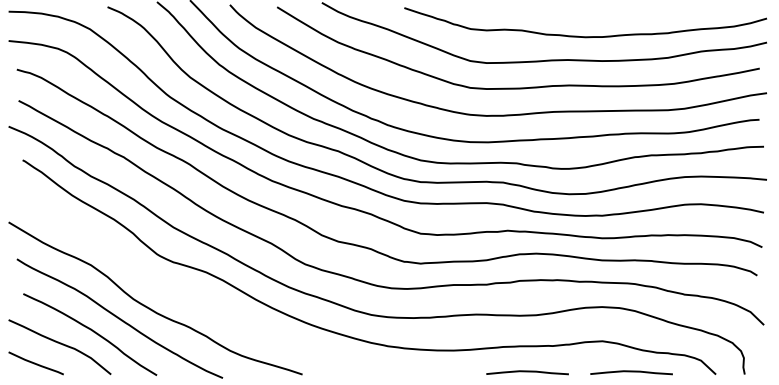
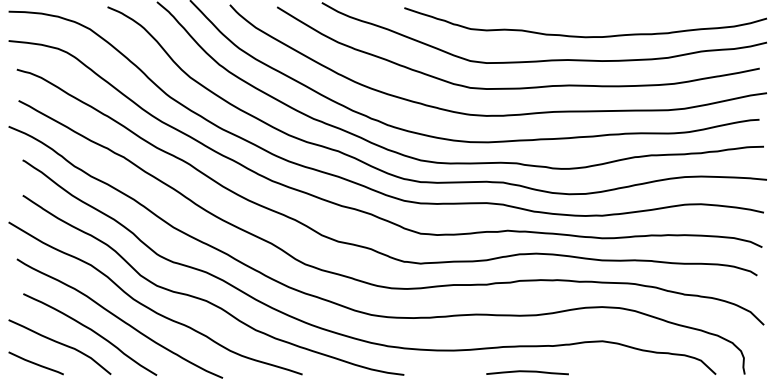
curve at (205, 299): none -> present
curve at (631, 372): present -> none
